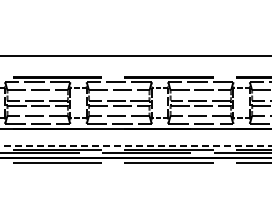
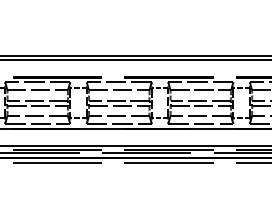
line at (135, 59): none -> present
line at (135, 145): dashed -> solid
